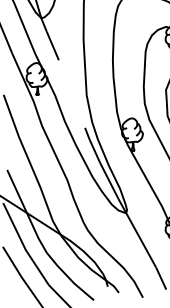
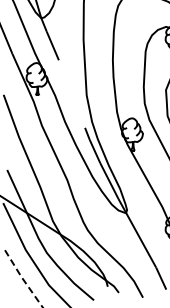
line at (21, 277): solid -> dashed
